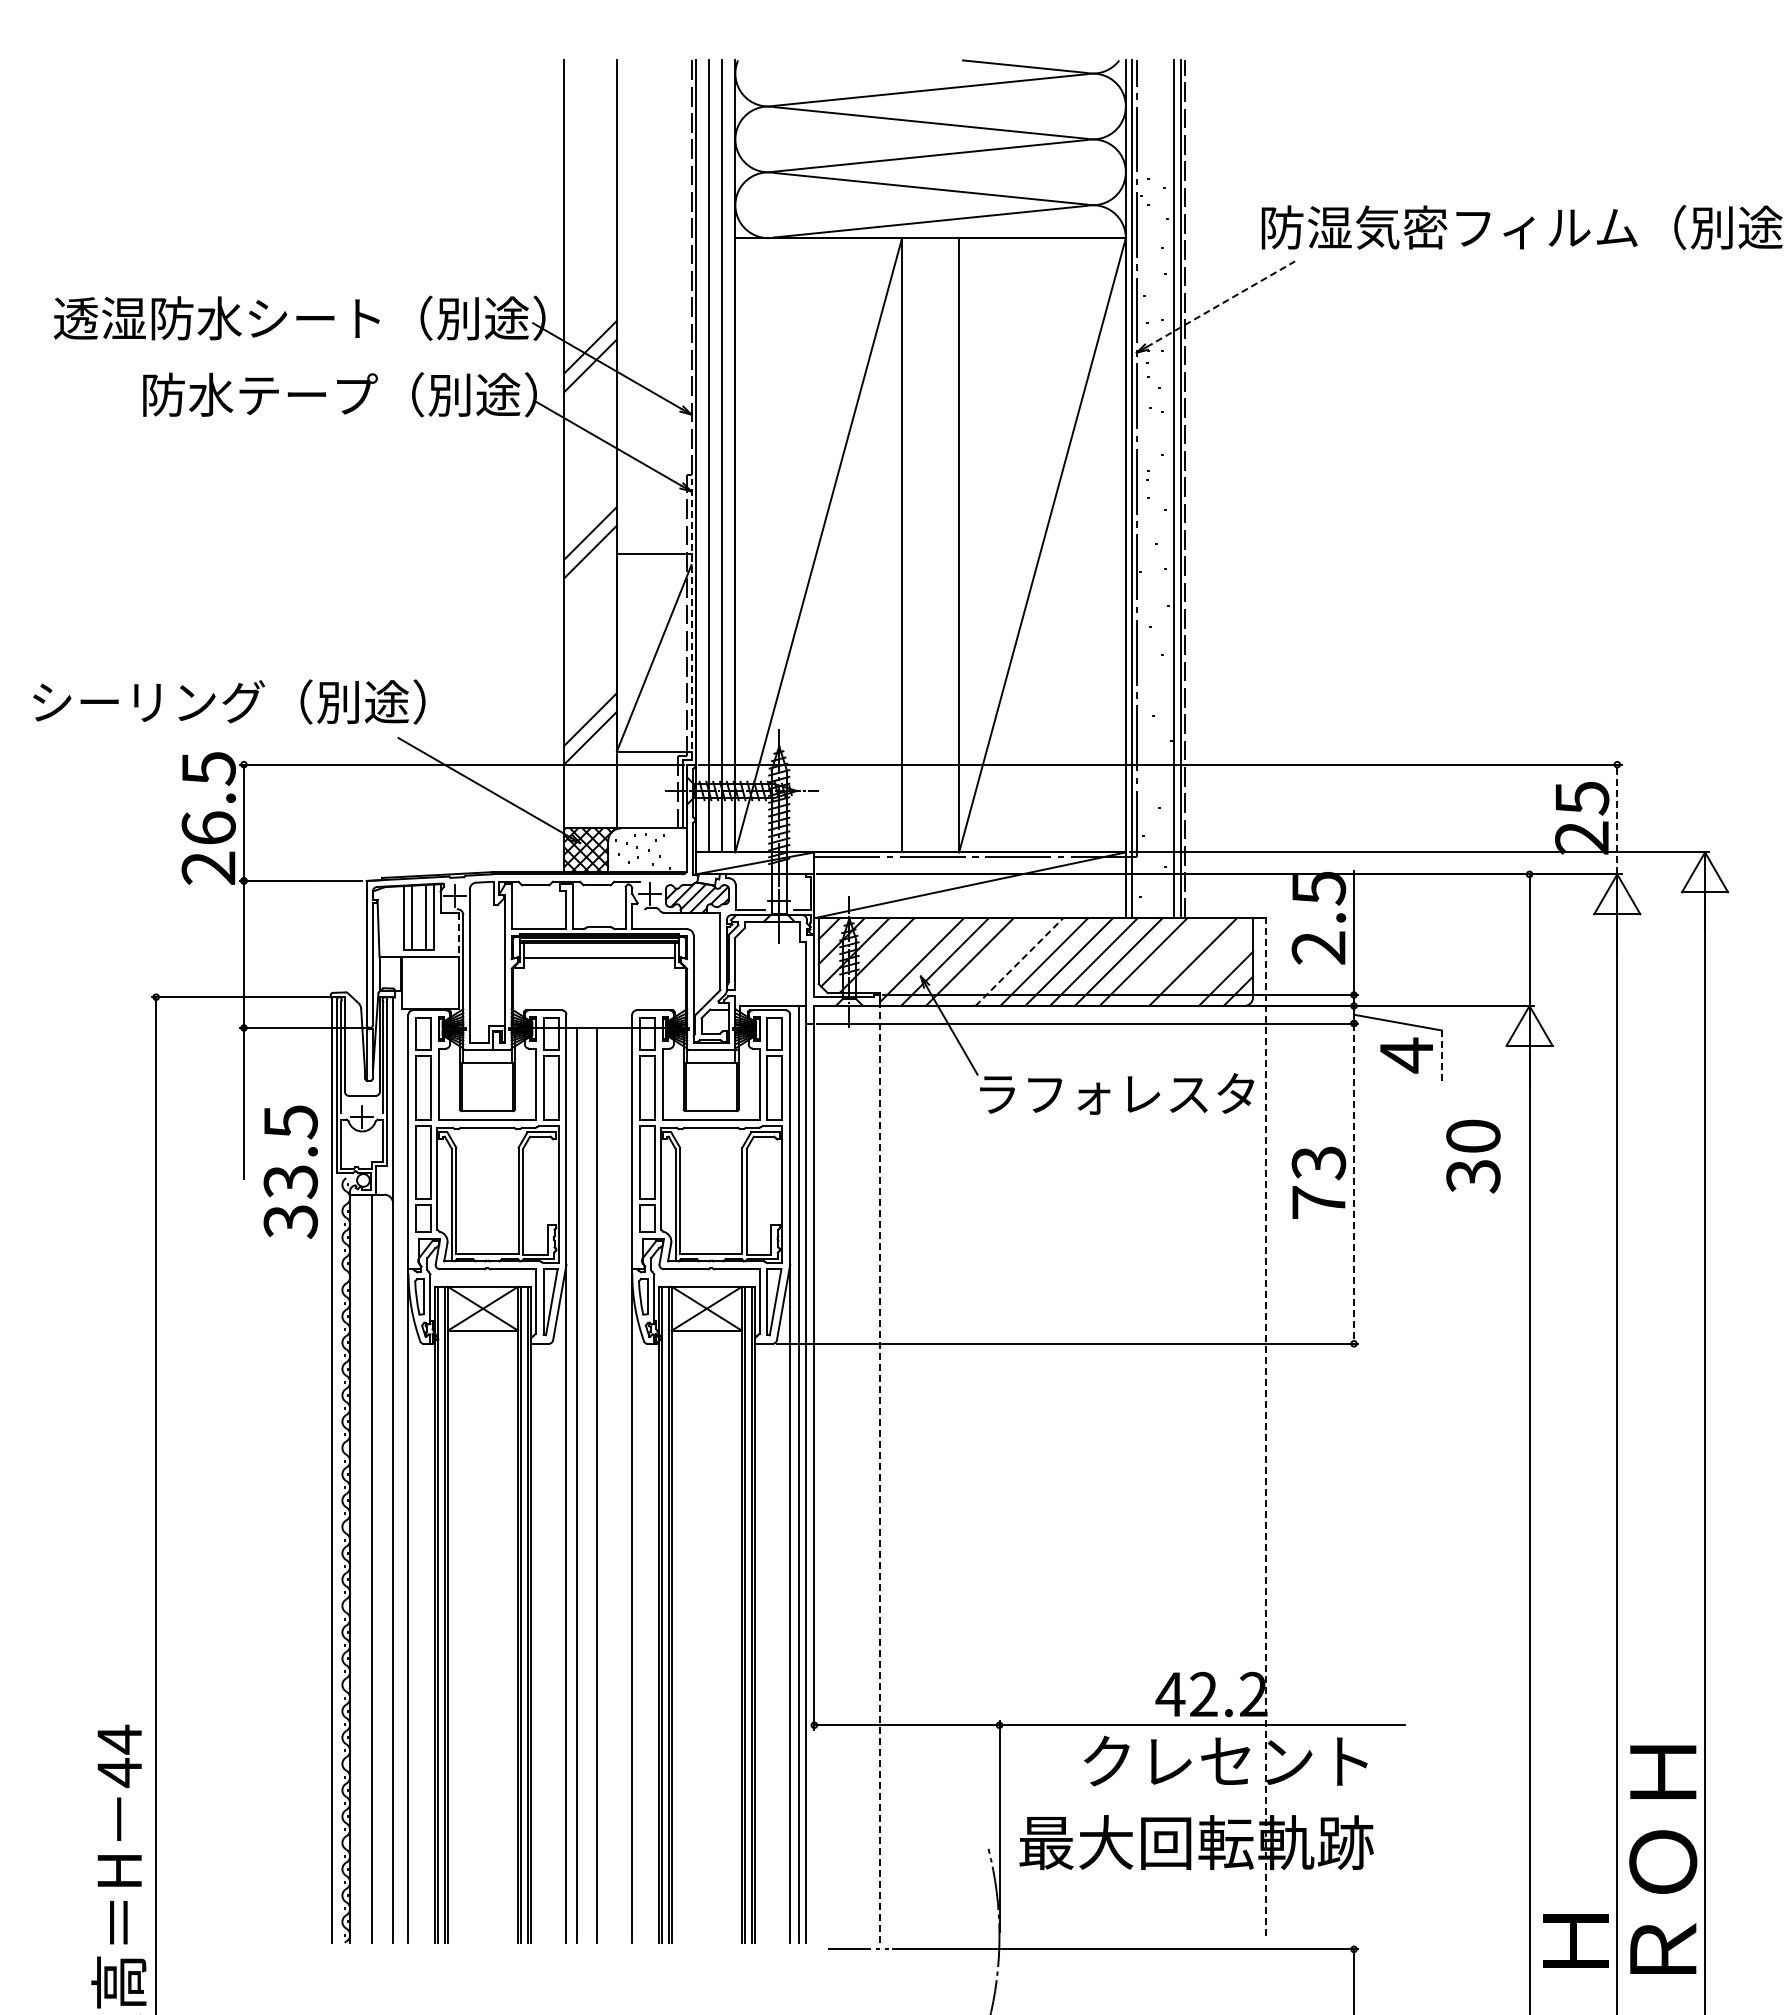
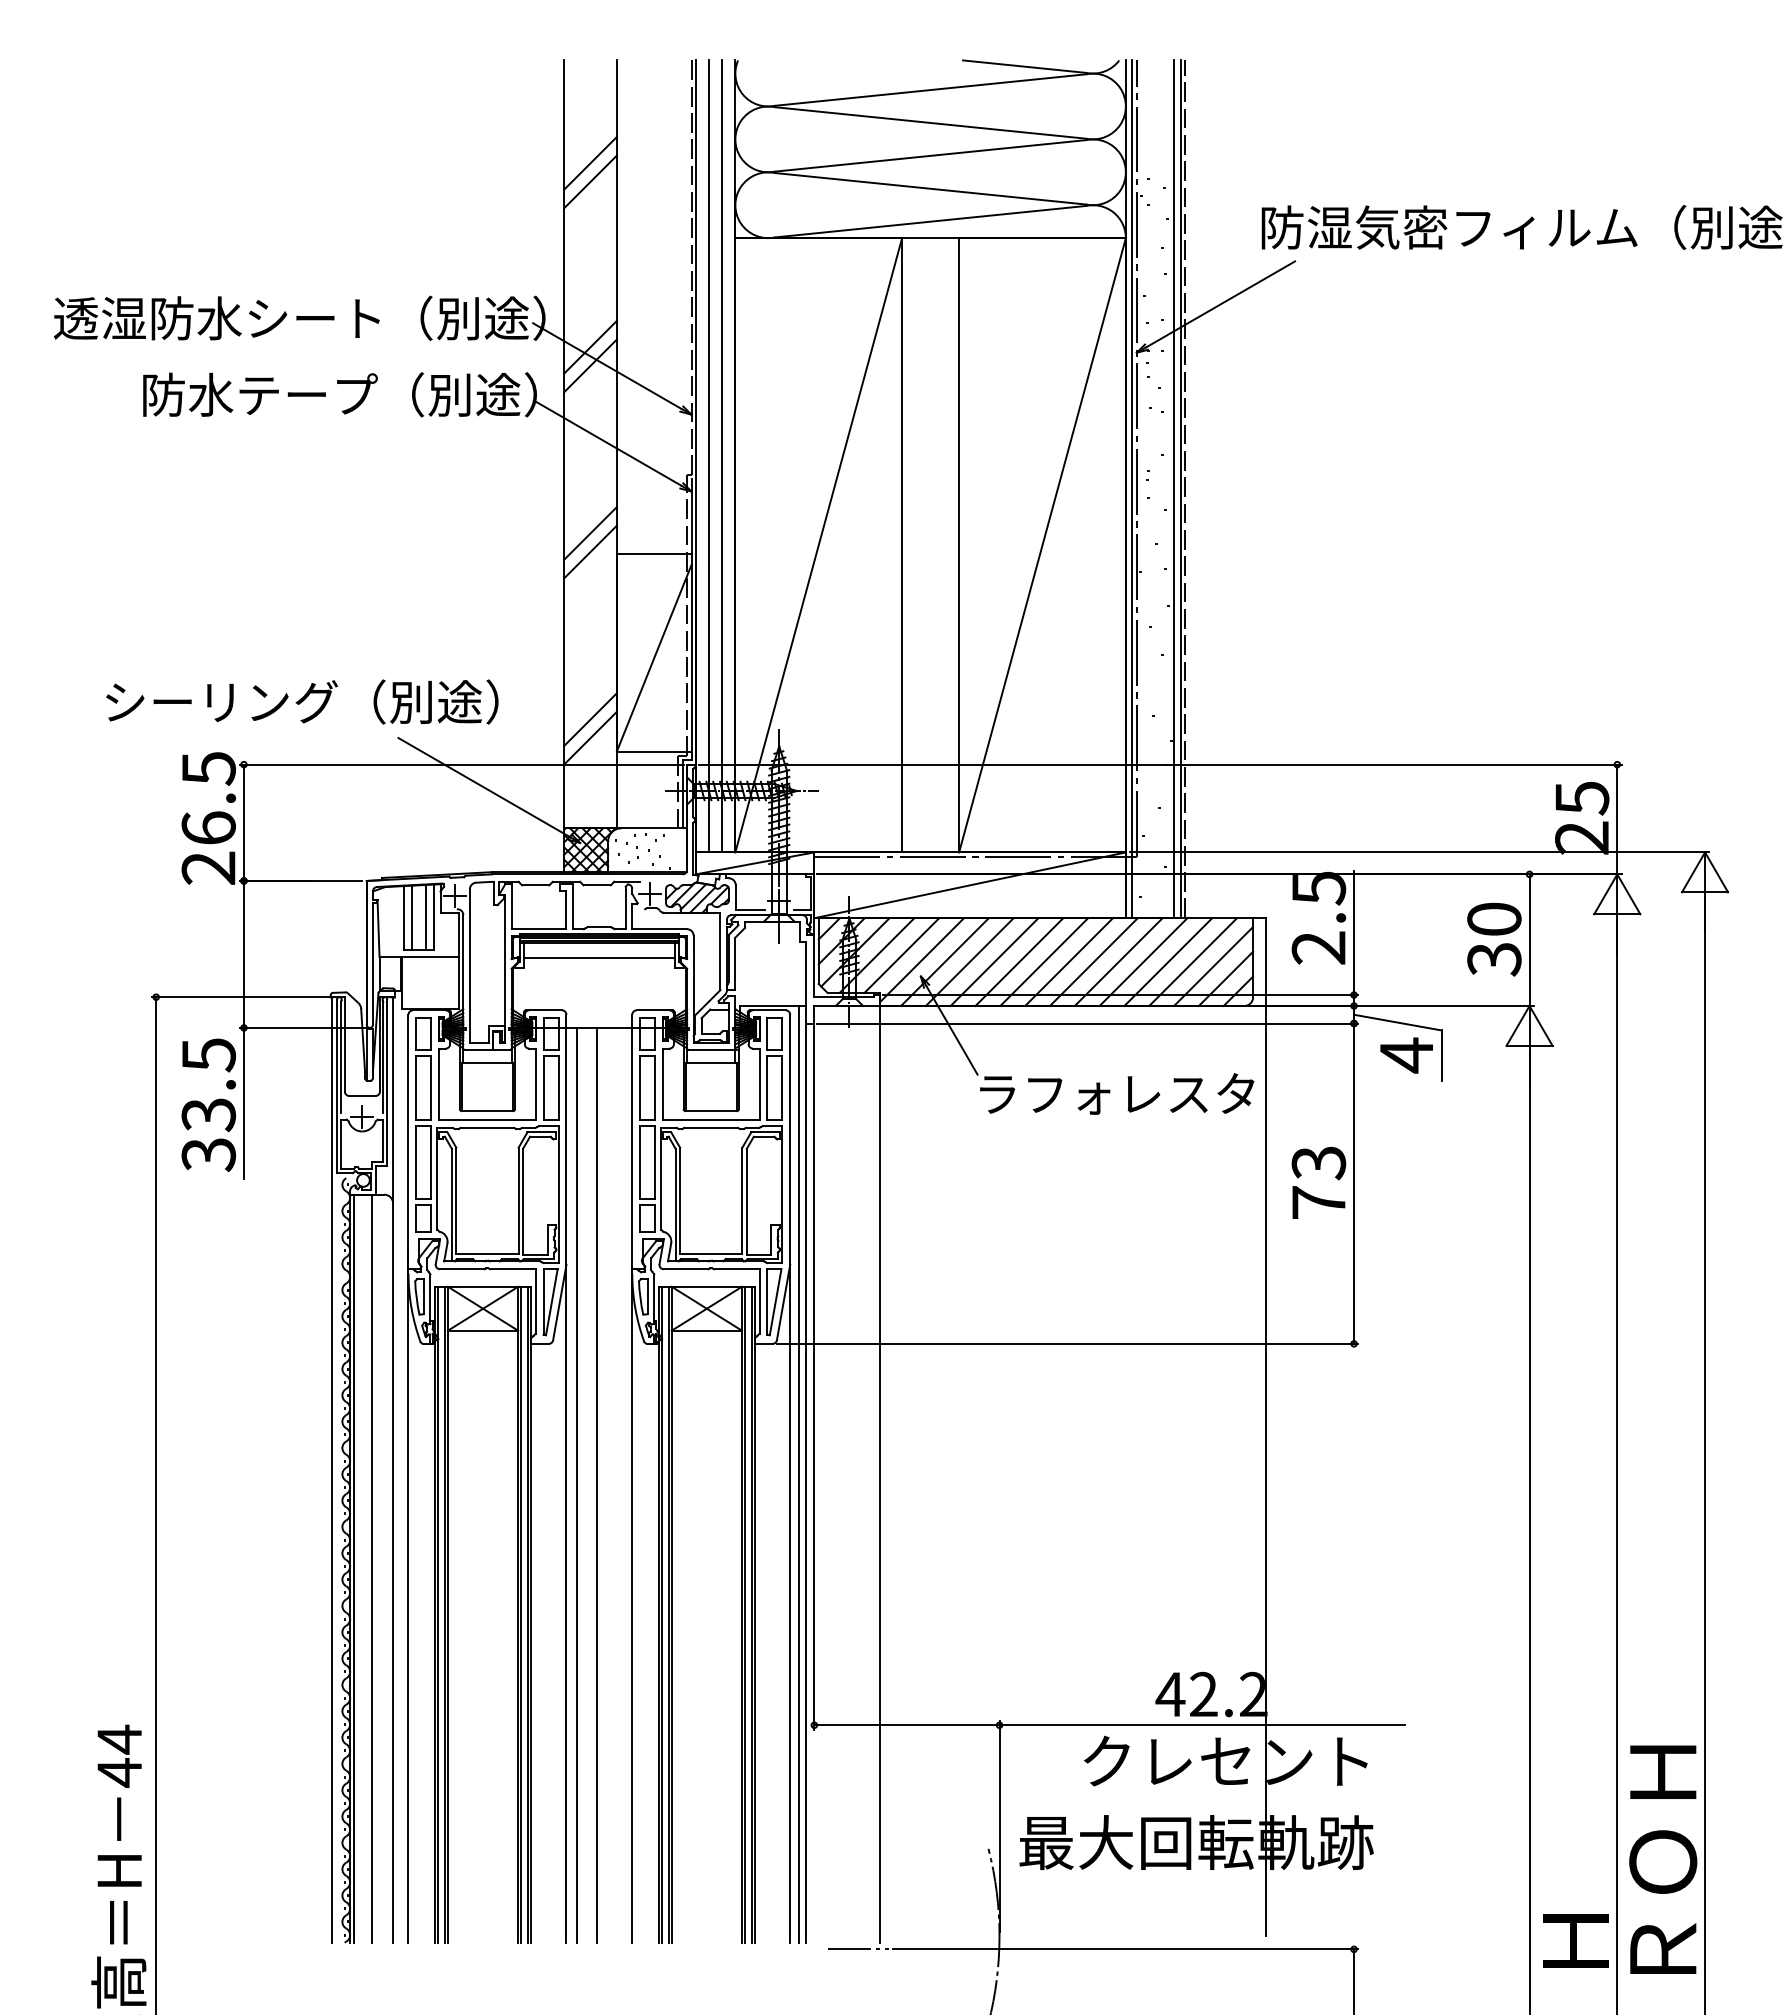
line at (590, 162): none -> present
line at (590, 181): none -> present
line at (1220, 304): dashed -> solid
line at (691, 619): dashed -> solid
text at (229, 701) position: (229, 701) -> (302, 701)
line at (1617, 819): dashed -> solid
line at (458, 935): dashed -> solid
line at (901, 955): none -> present
line at (1019, 961): dashed -> solid
line at (994, 962): none -> present
line at (1168, 962): none -> present
line at (1213, 966): none -> present
line at (1441, 1056): dashed -> solid
text at (1473, 1156) position: (1473, 1156) -> (1494, 939)
text at (290, 1172) position: (290, 1172) -> (208, 1105)
line at (1354, 1184): dashed -> solid
line at (1266, 1427): dashed -> solid
line at (880, 1473): dashed -> solid
line at (353, 1568): none -> present
